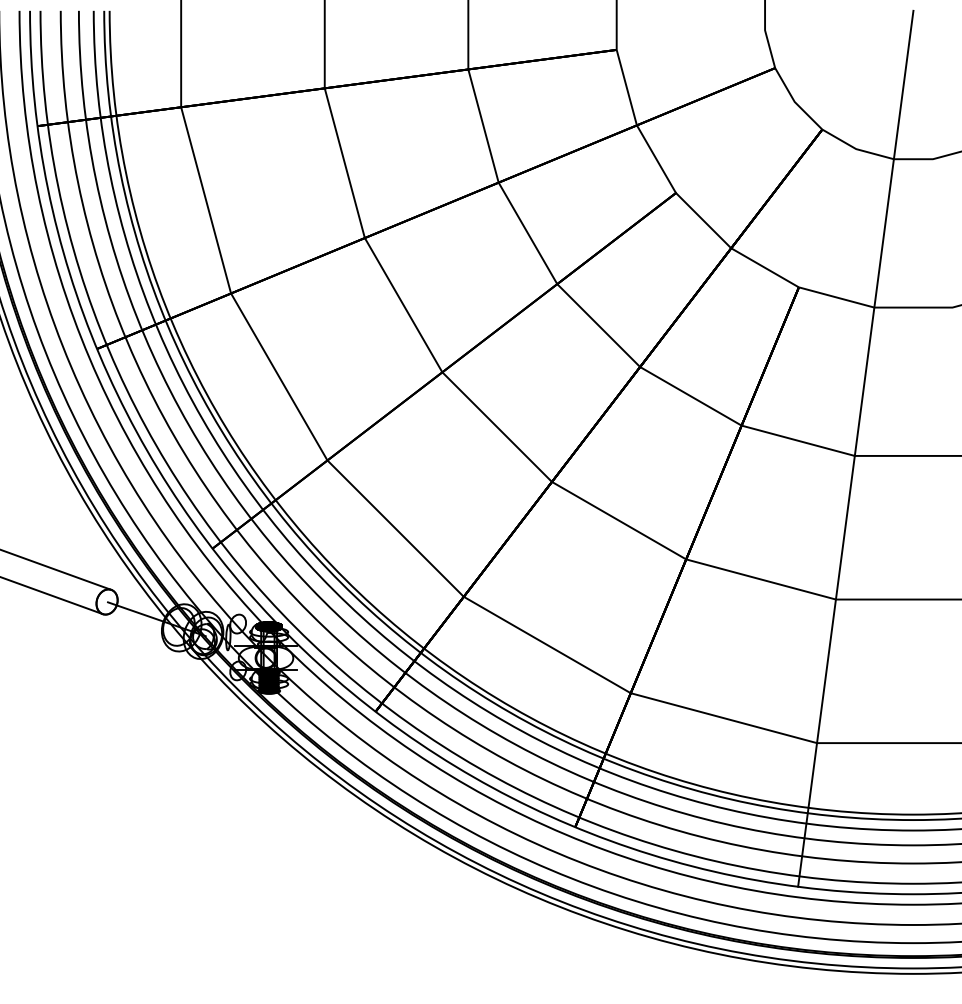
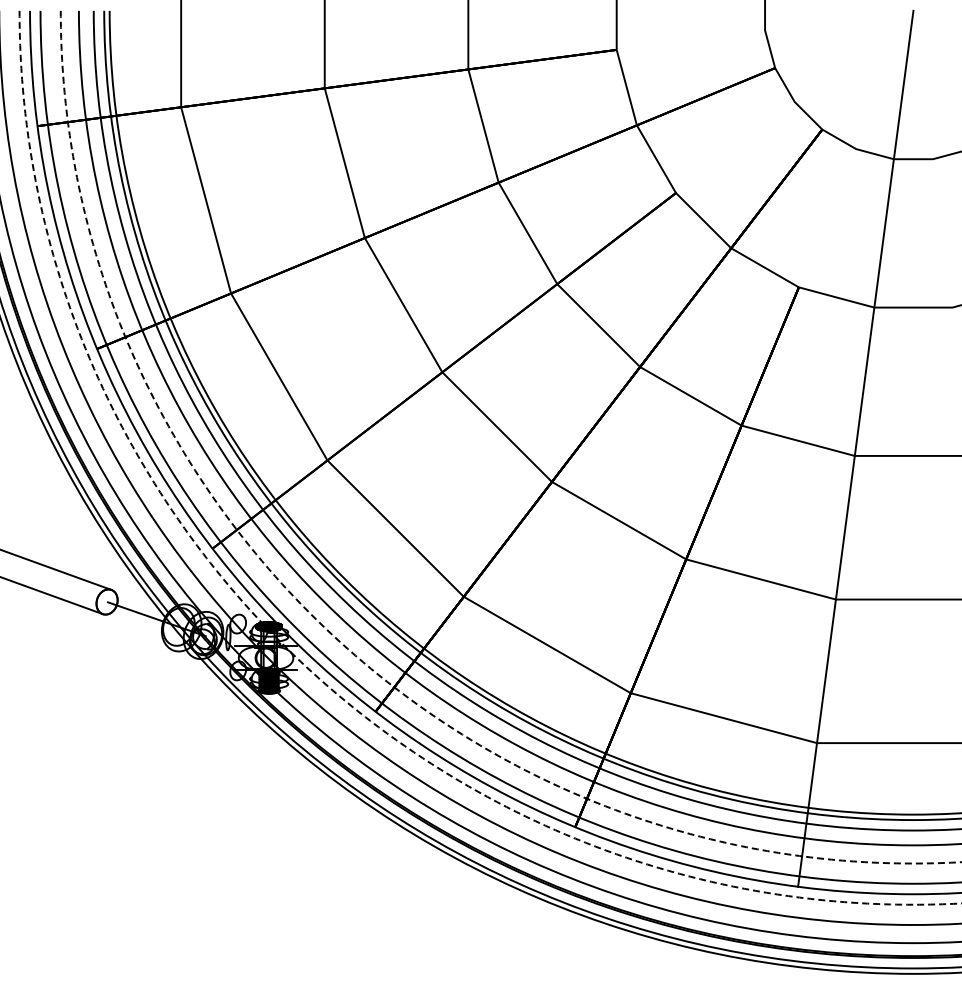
arc at (328, 630): solid -> dashed
arc at (298, 659): solid -> dashed
